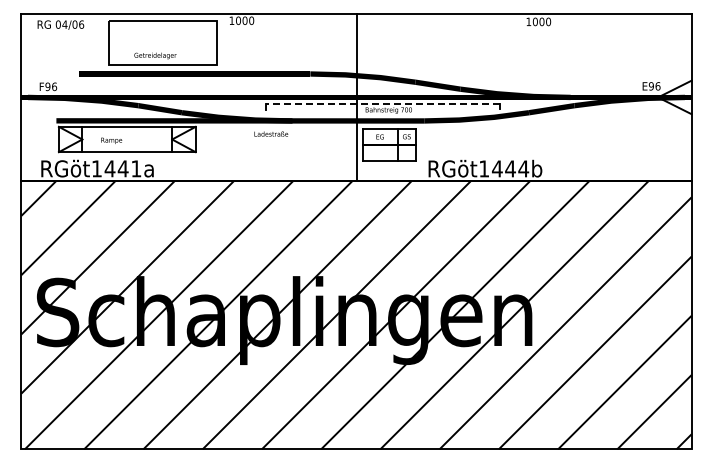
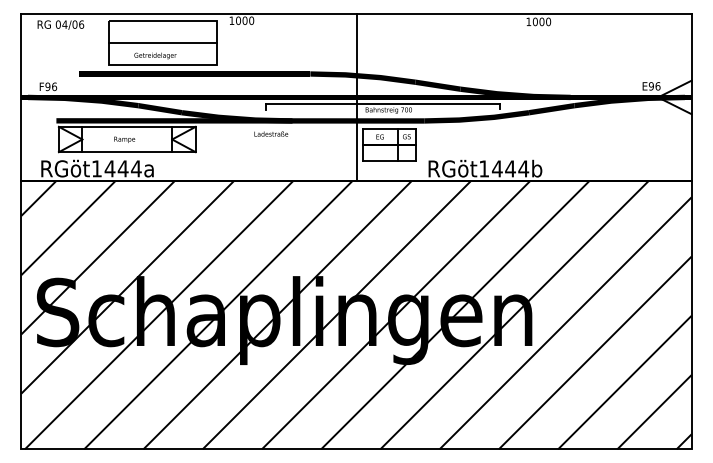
line at (162, 42): none -> present
line at (382, 103): dashed -> solid
text at (111, 140) position: (111, 140) -> (124, 139)
text at (135, 168): RGöt1441a -> RGöt1444a
